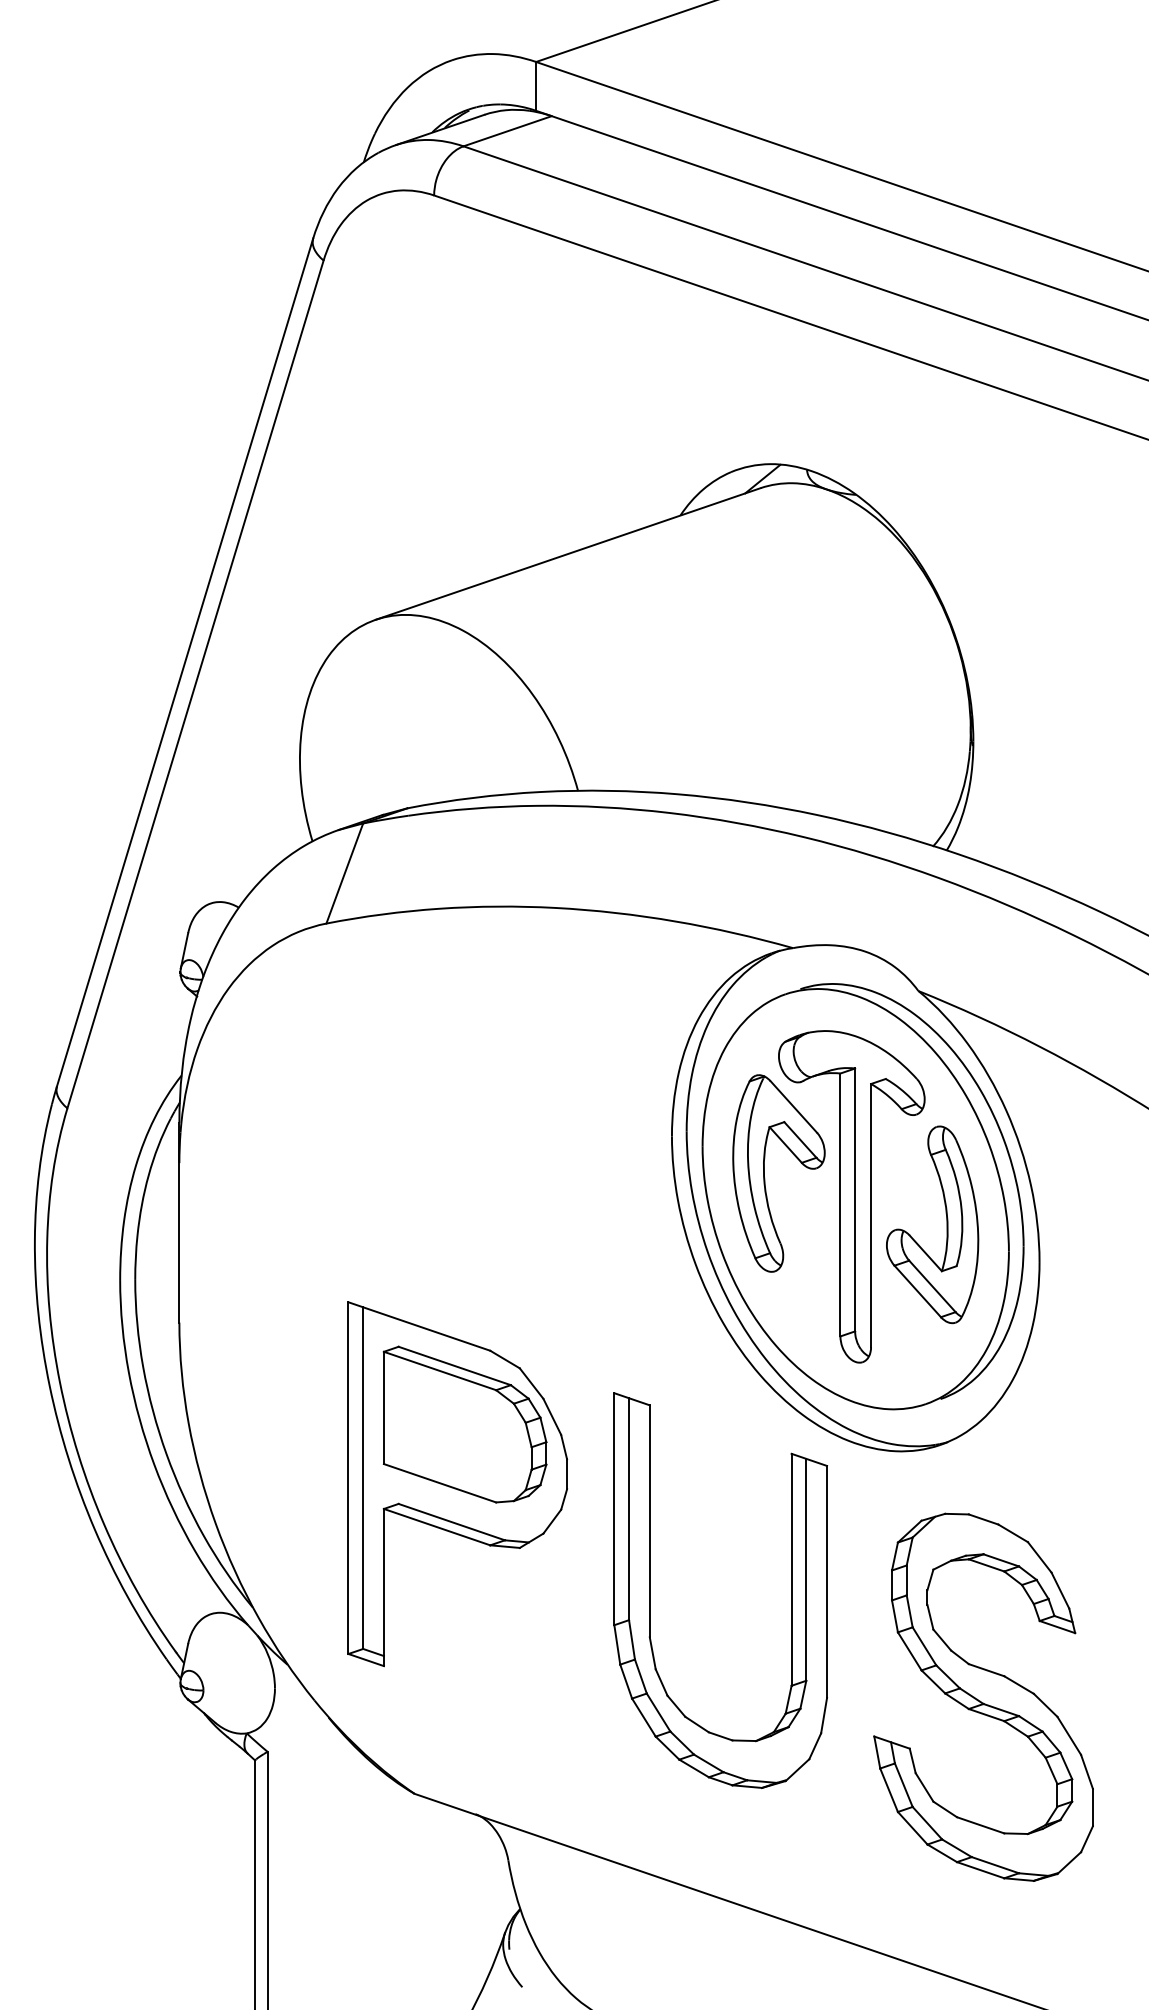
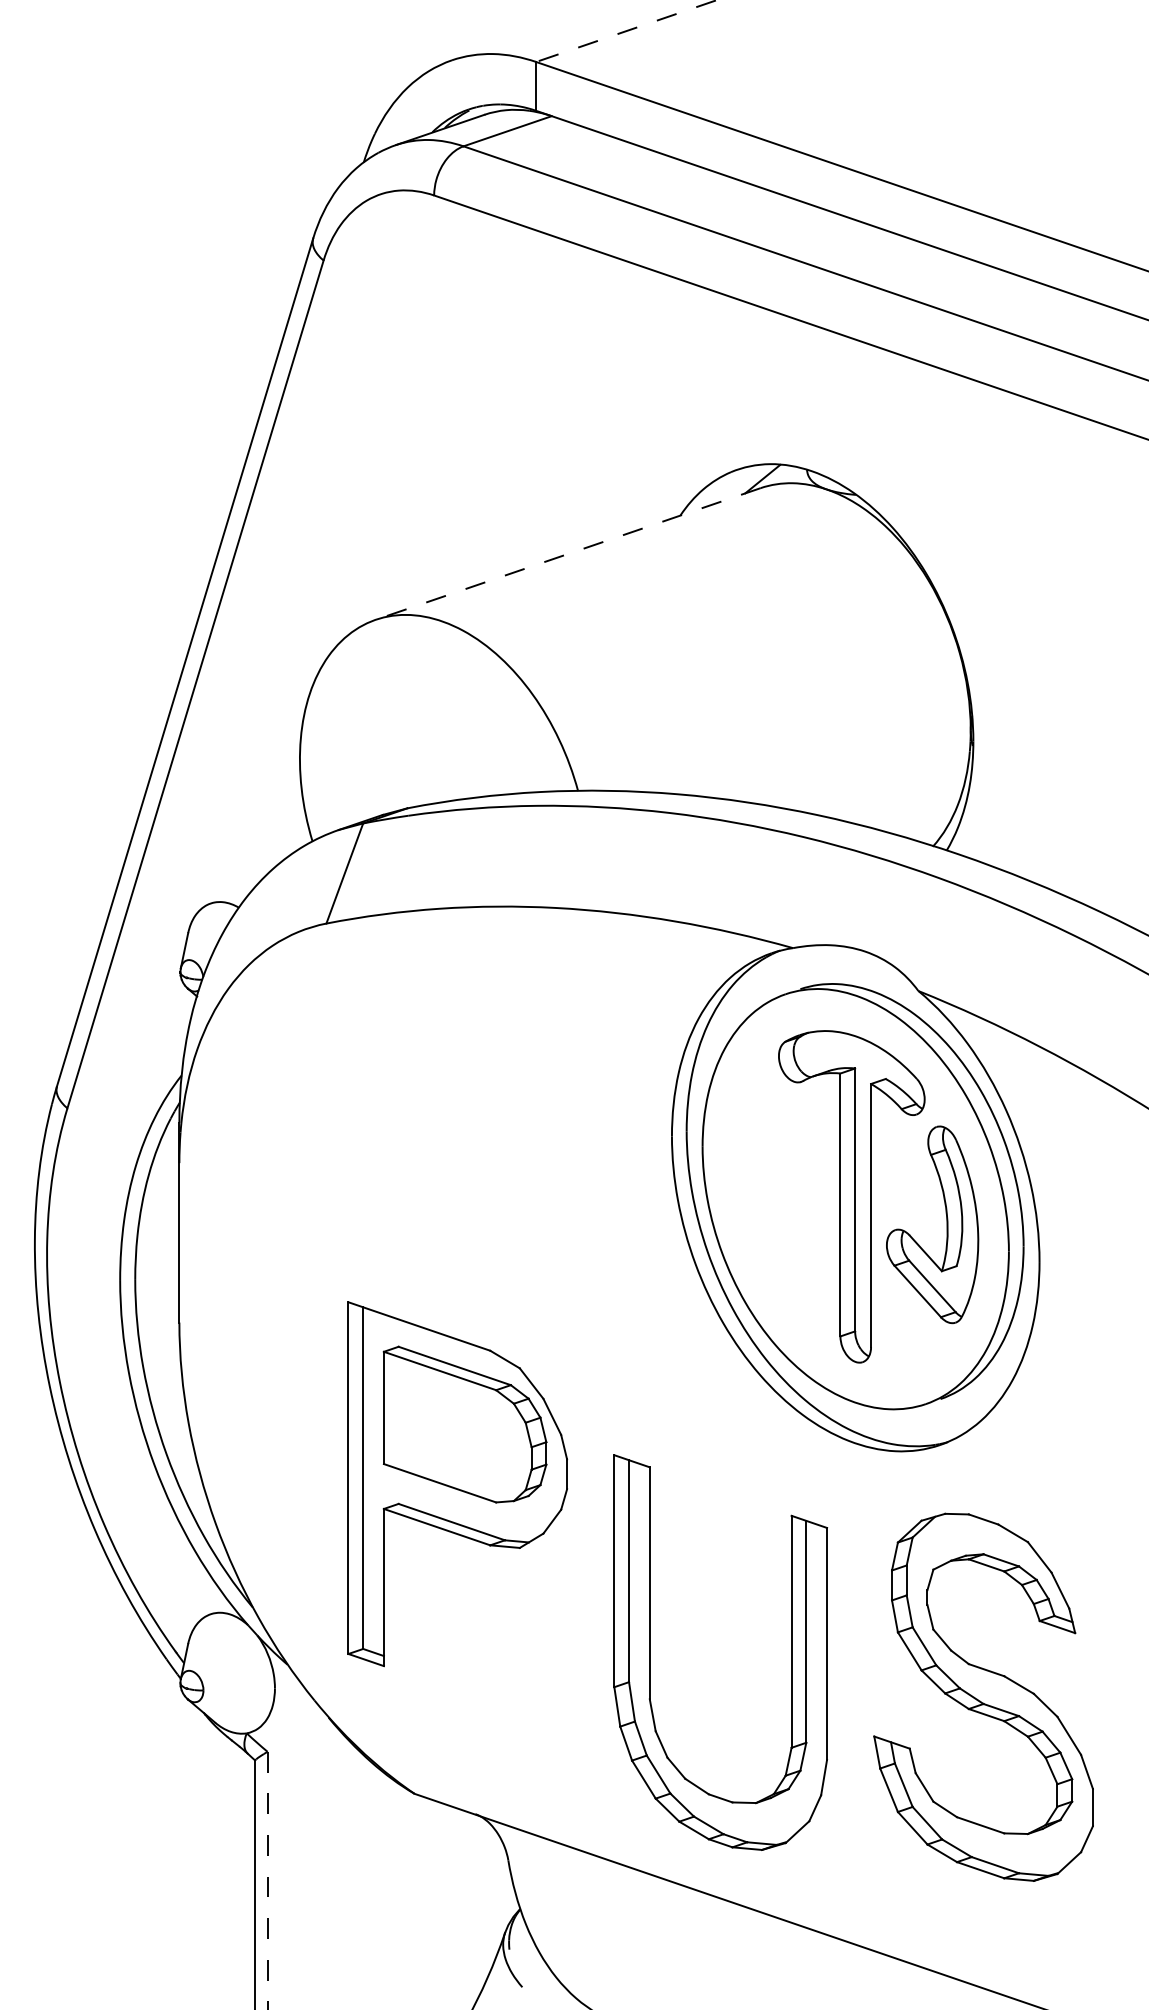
line at (626, 31): solid -> dashed
line at (567, 554): solid -> dashed
part at (765, 1178): present -> none
part at (650, 1590) position: (650, 1590) -> (650, 1652)
line at (267, 1880): solid -> dashed
